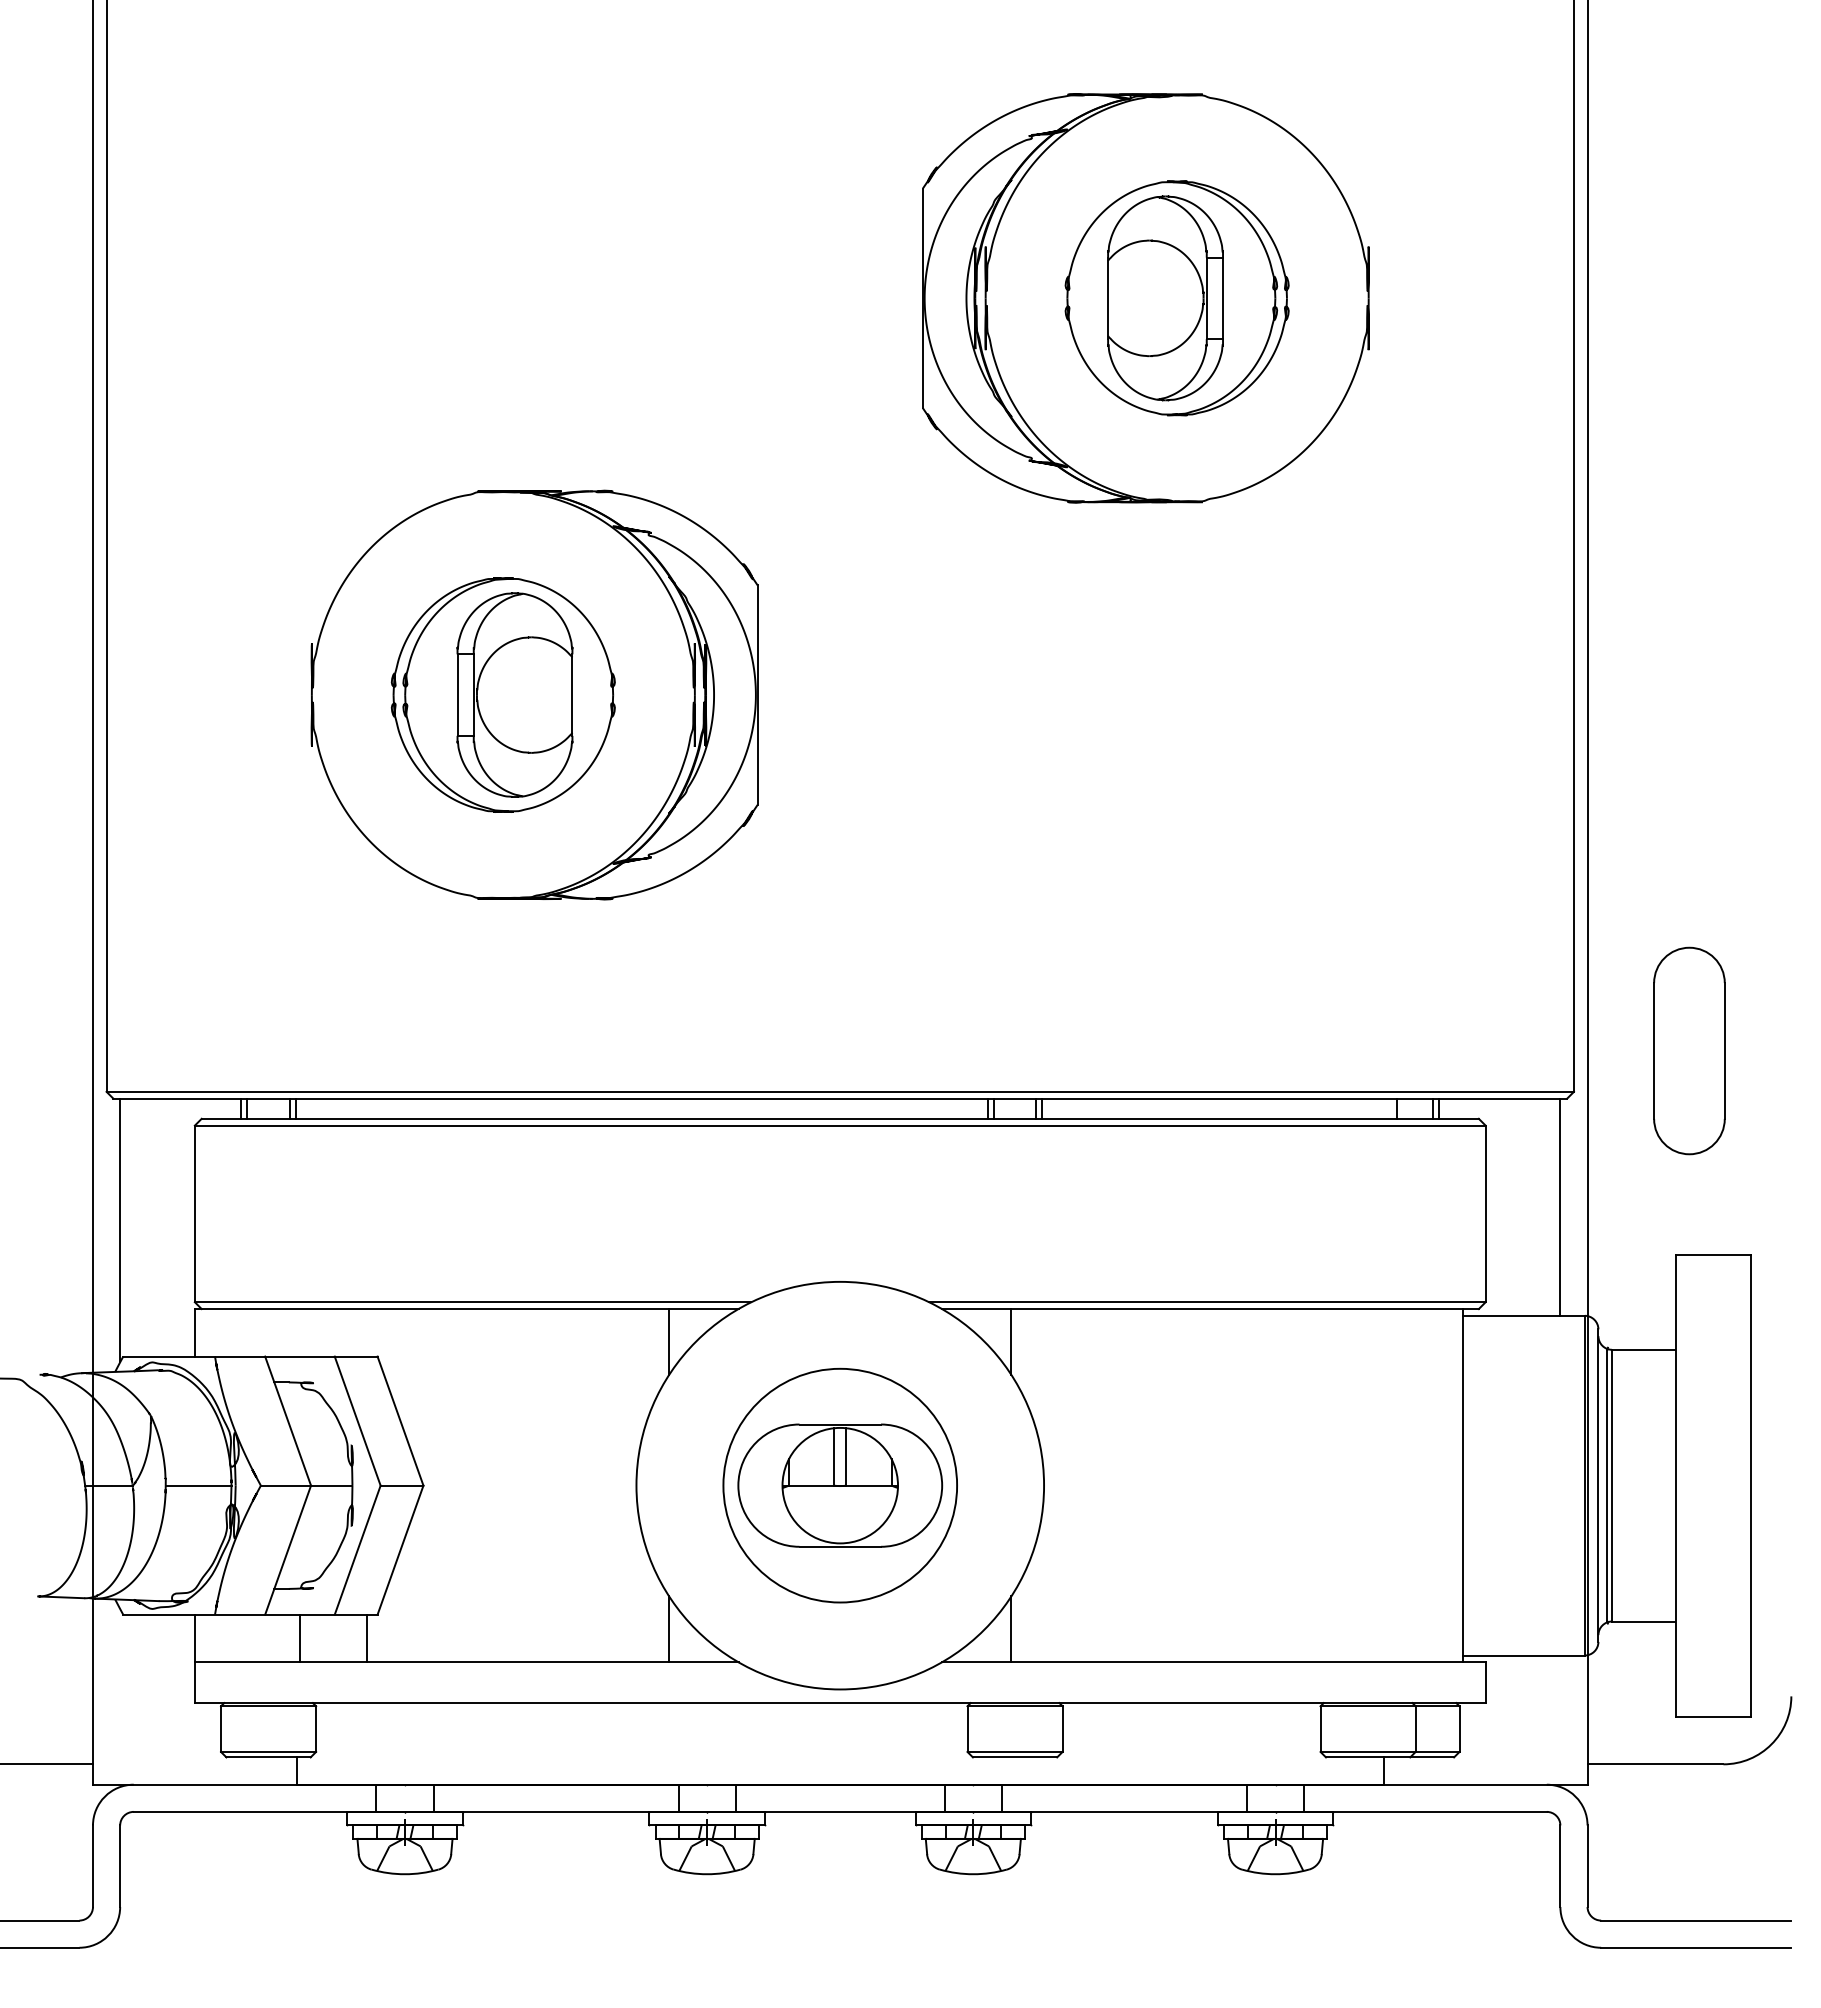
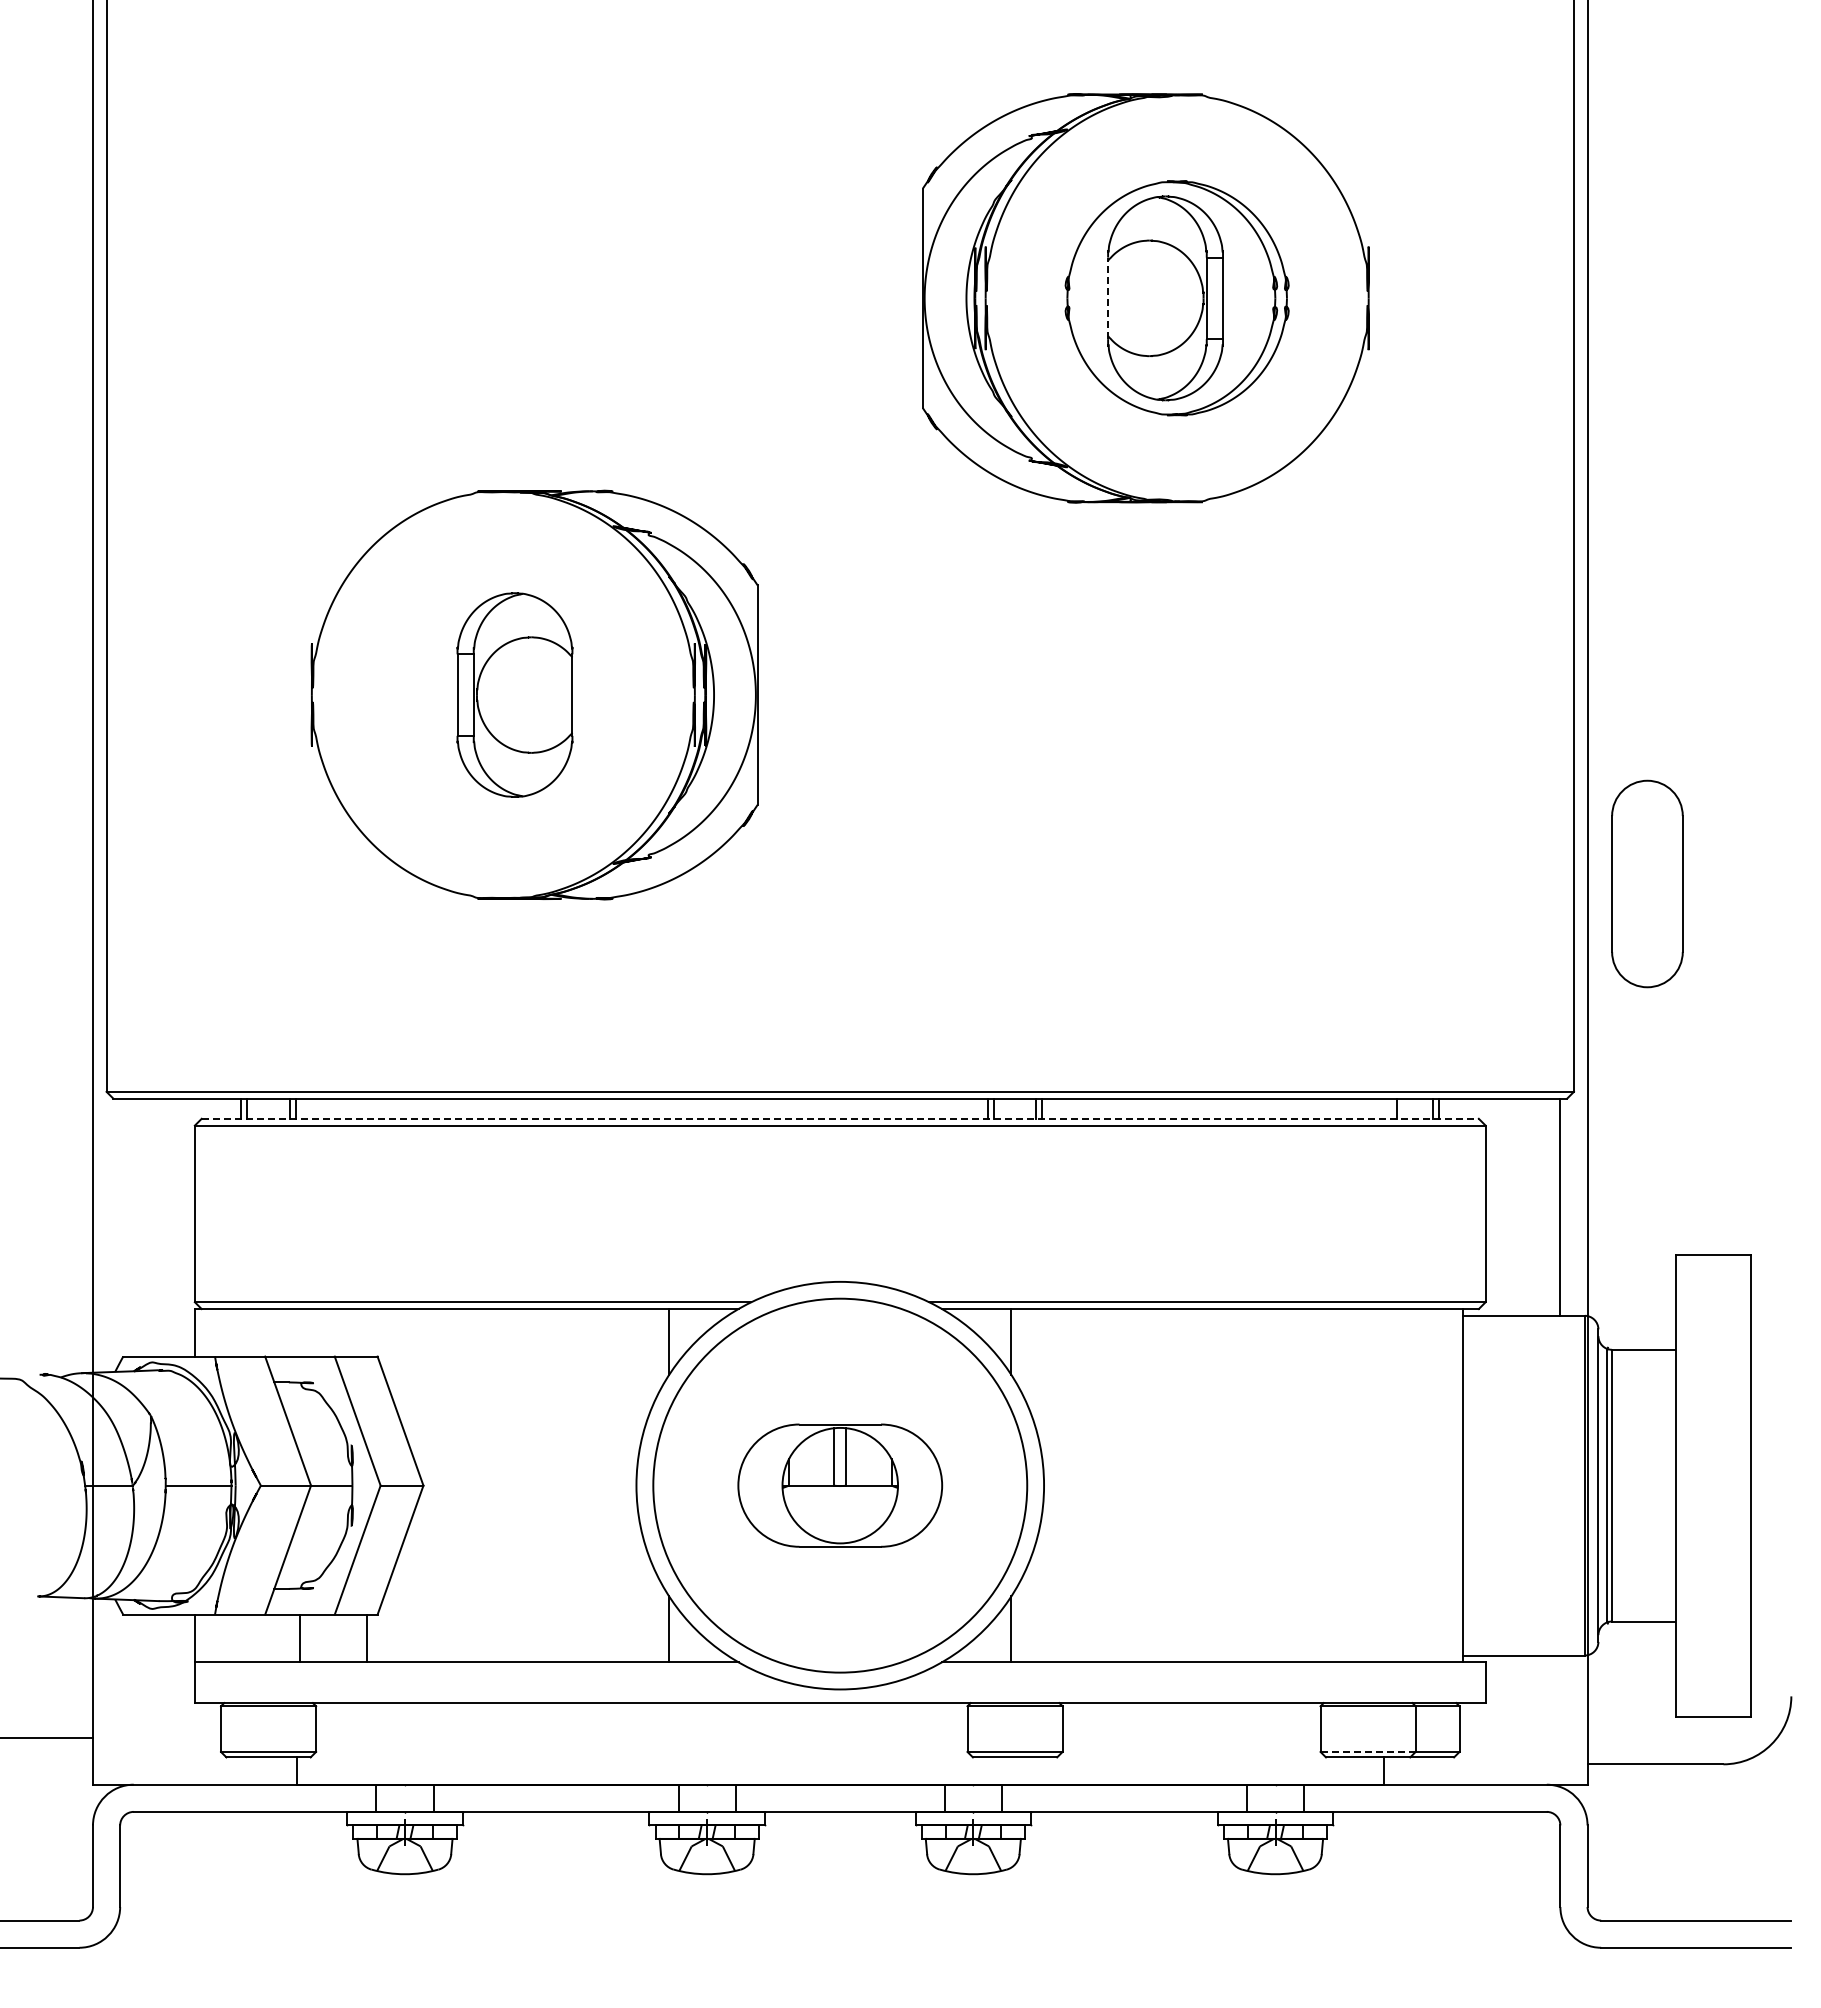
line at (1108, 298): solid -> dashed
part at (502, 694): present -> none
part at (1689, 1050) position: (1689, 1050) -> (1647, 883)
line at (840, 1118): solid -> dashed
line at (120, 1230): present -> none
circle at (840, 1485) diameter: 234 px -> 374 px
line at (1368, 1751): solid -> dashed
line at (47, 1764) position: (47, 1764) -> (47, 1738)
